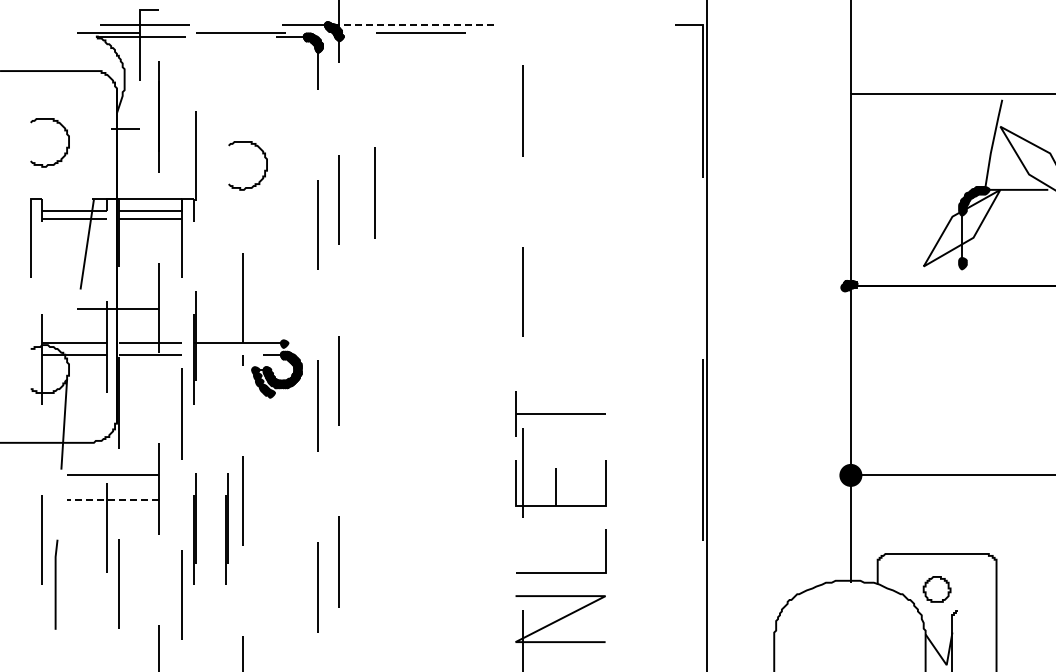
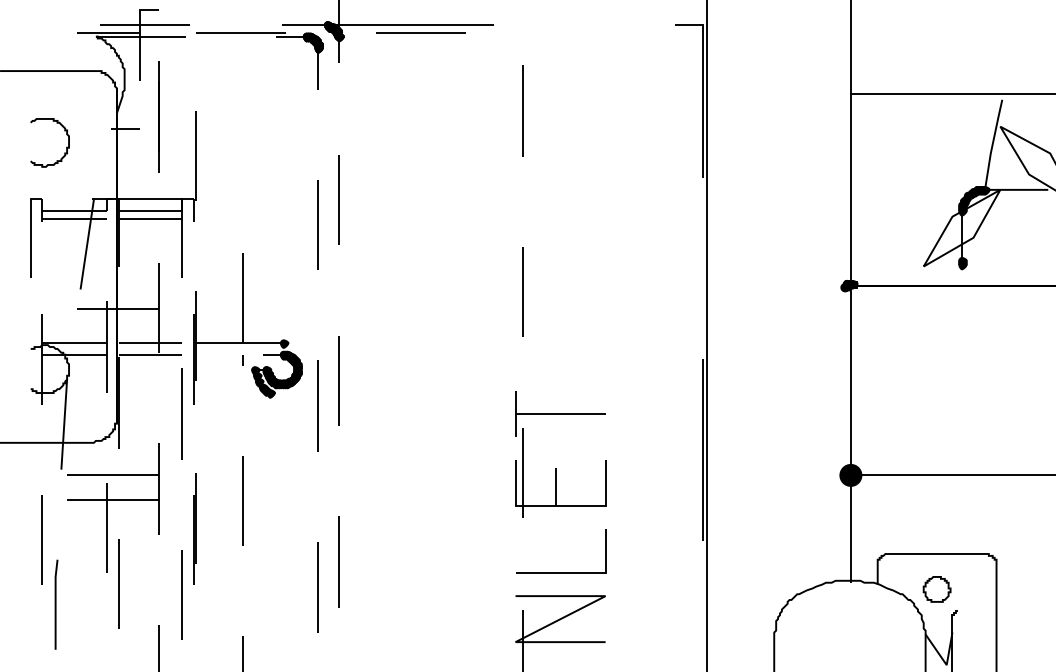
line at (409, 25): dashed -> solid
curve at (264, 169): present -> none
line at (374, 192): present -> none
line at (113, 500): dashed -> solid
line at (226, 528): present -> none
line at (56, 584) position: (56, 584) -> (56, 604)
